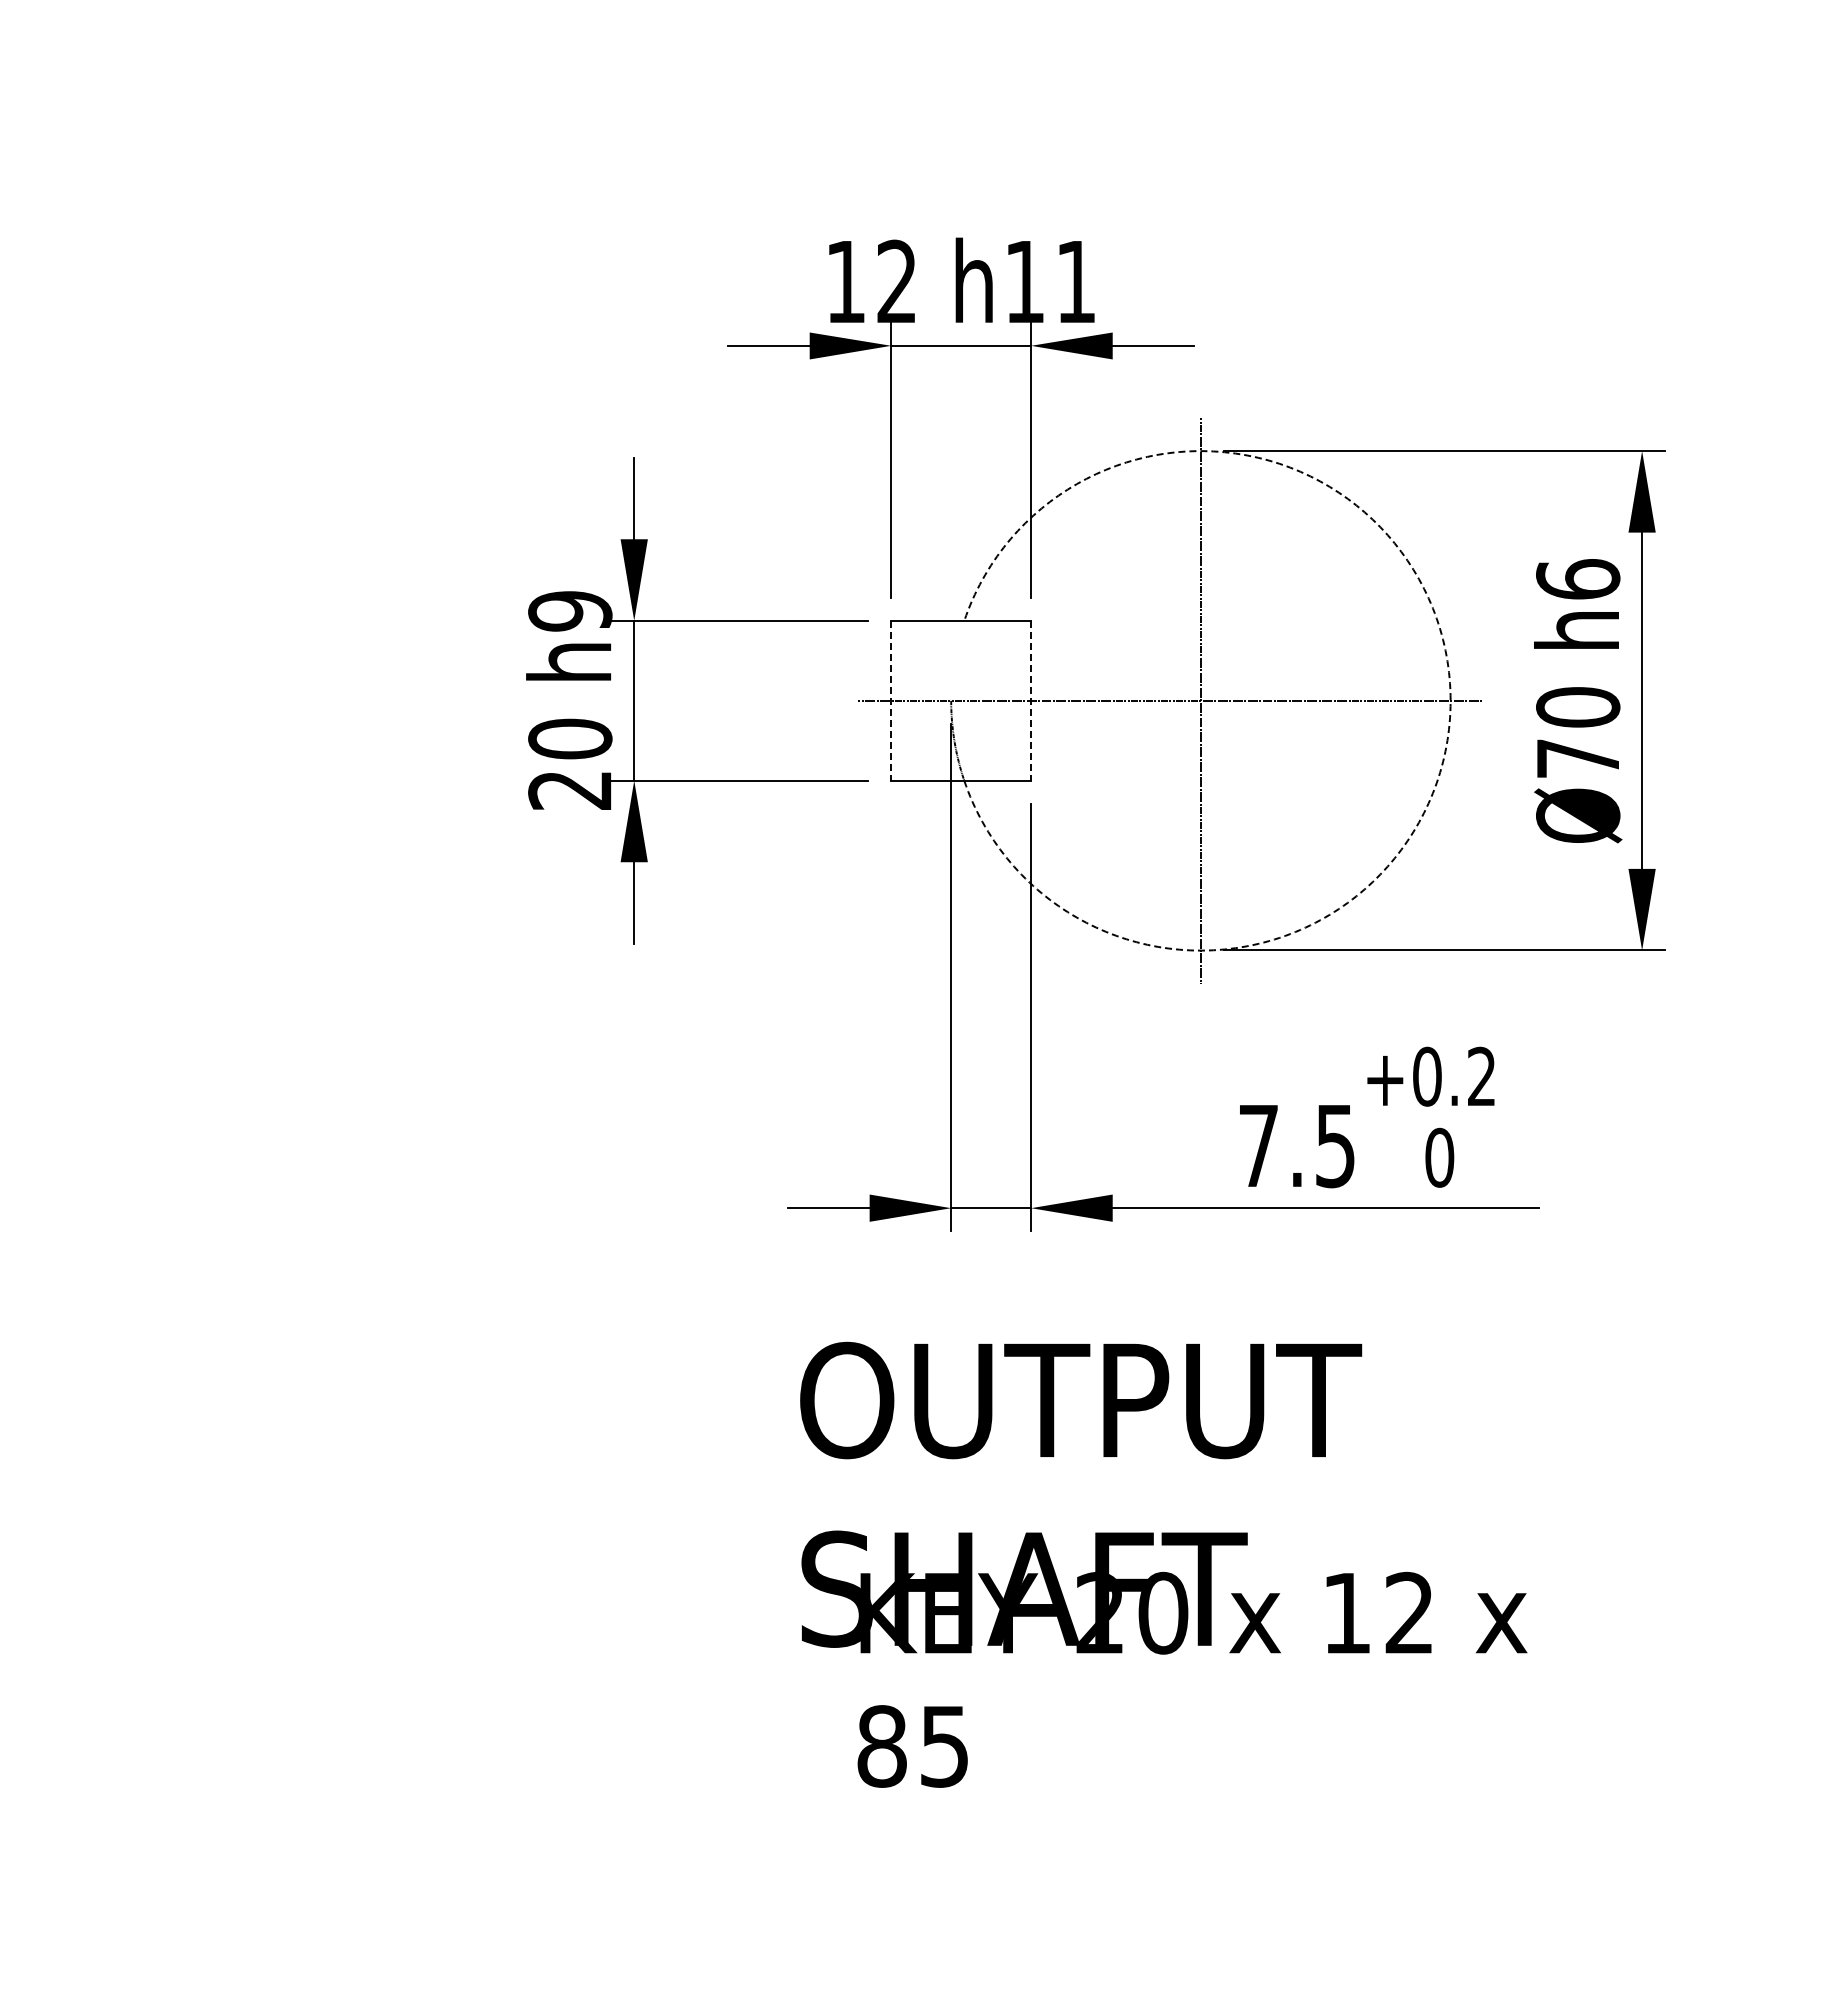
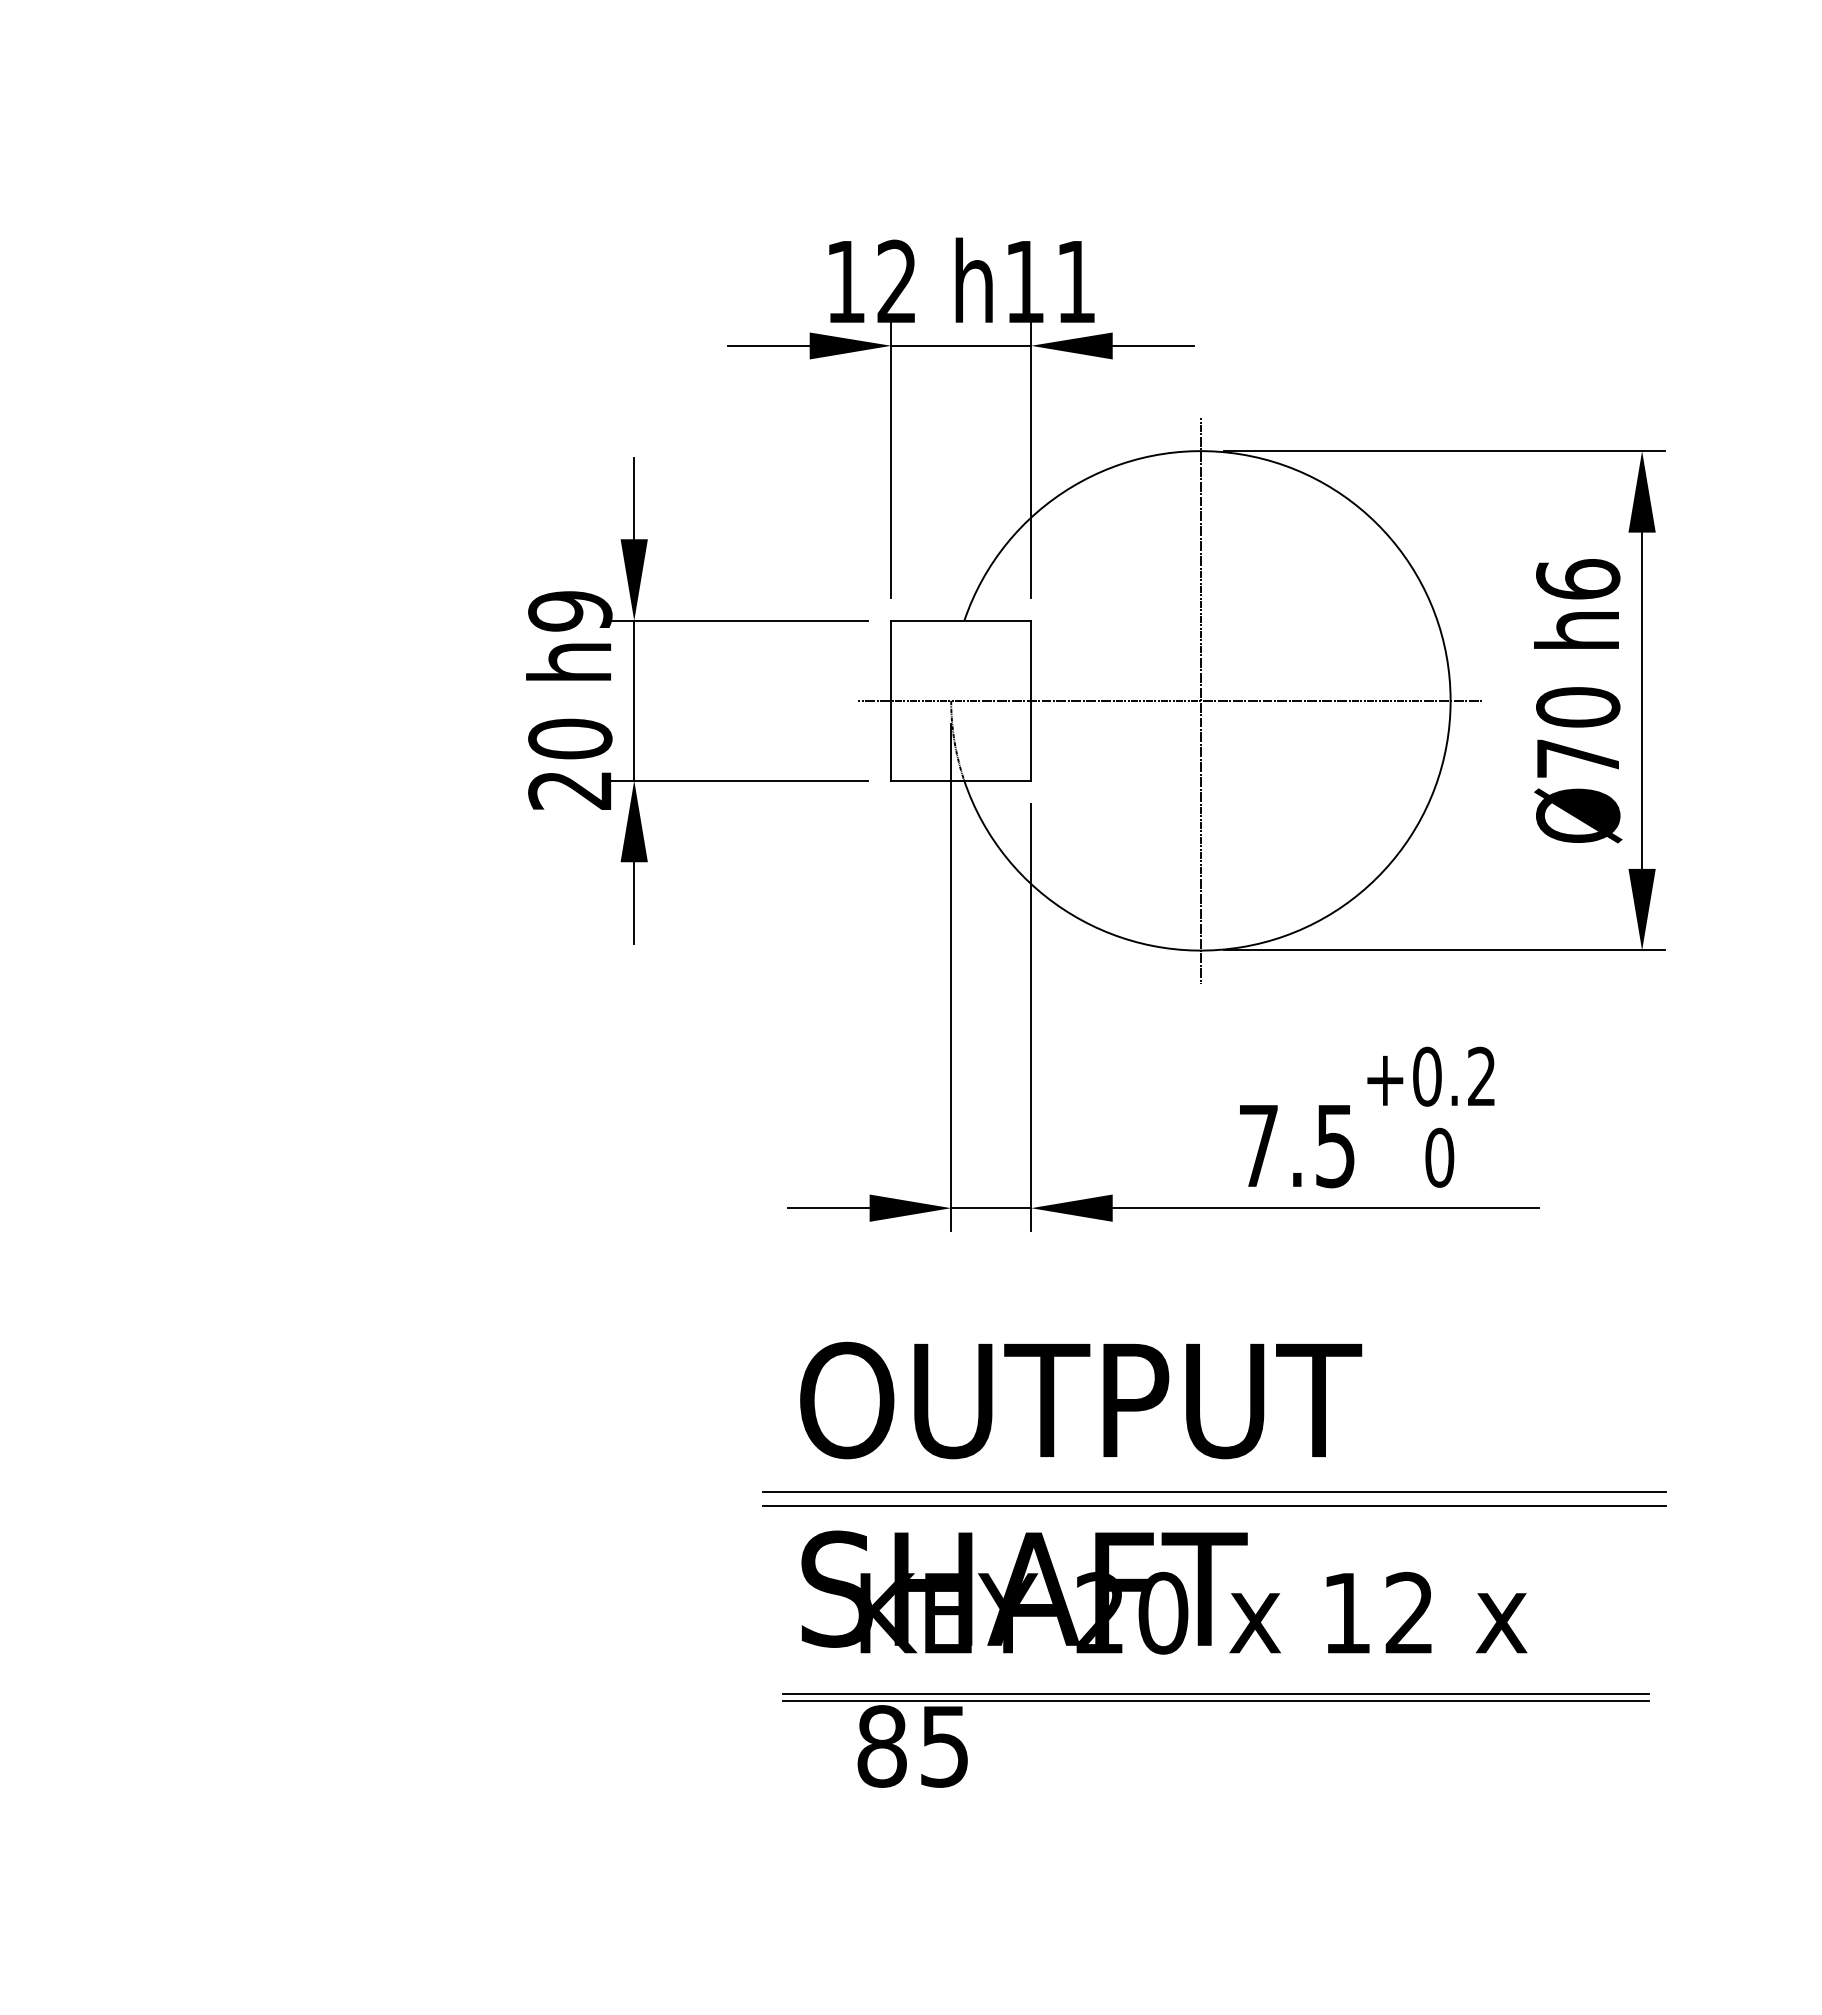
line at (891, 700): dashed -> solid
line at (1031, 700): dashed -> solid
arc at (1450, 700): dashed -> solid
line at (1214, 1492): none -> present
line at (1214, 1505): none -> present
line at (1215, 1694): none -> present
line at (1215, 1701): none -> present
